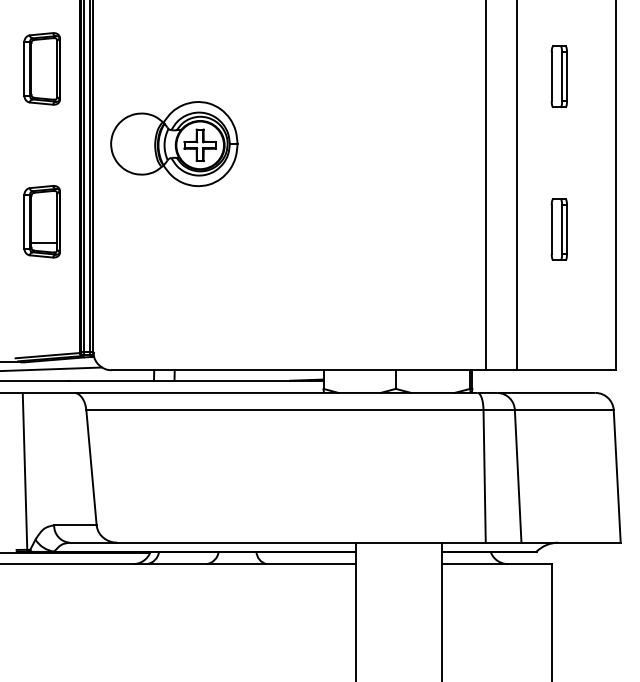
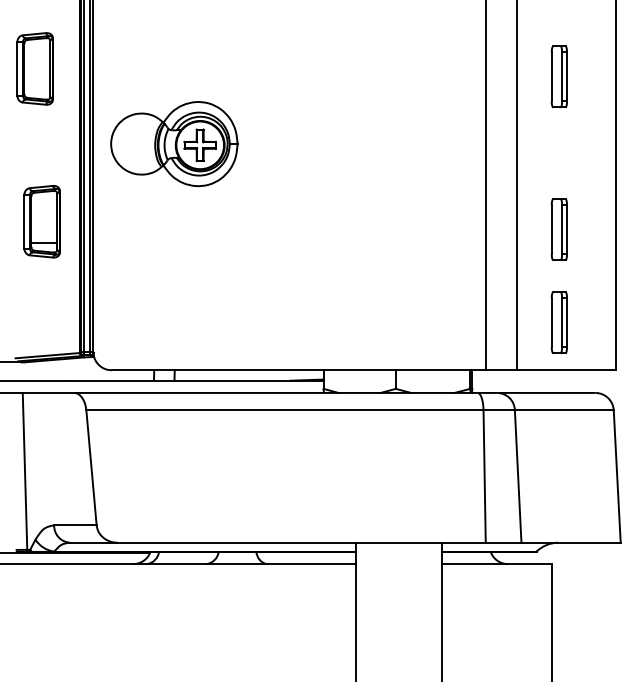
part at (41, 68) position: (41, 68) -> (34, 68)
part at (558, 322): none -> present
line at (52, 369): present -> none
